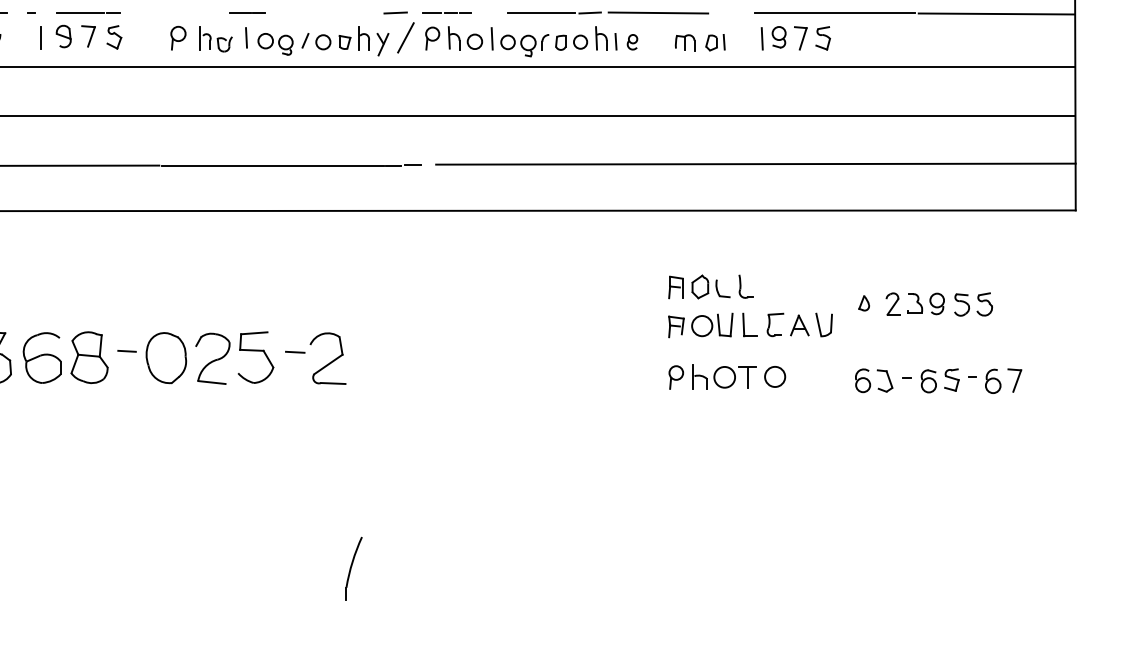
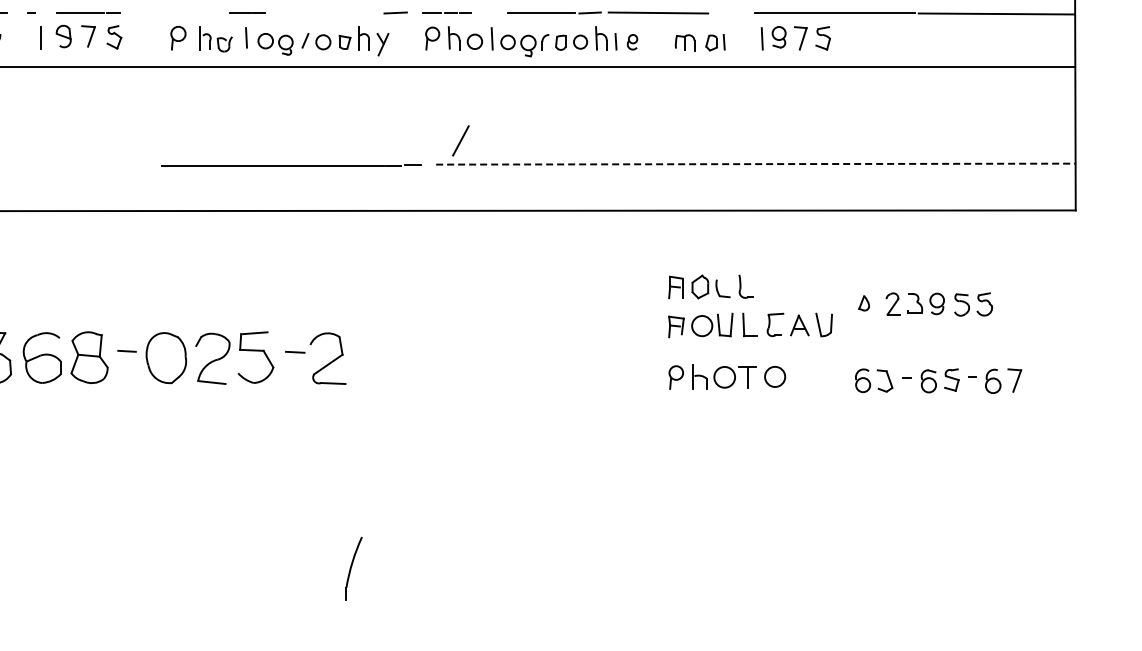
line at (405, 37) position: (405, 37) -> (460, 140)
line at (538, 115): present -> none
line at (755, 164): solid -> dashed
line at (80, 165): present -> none
